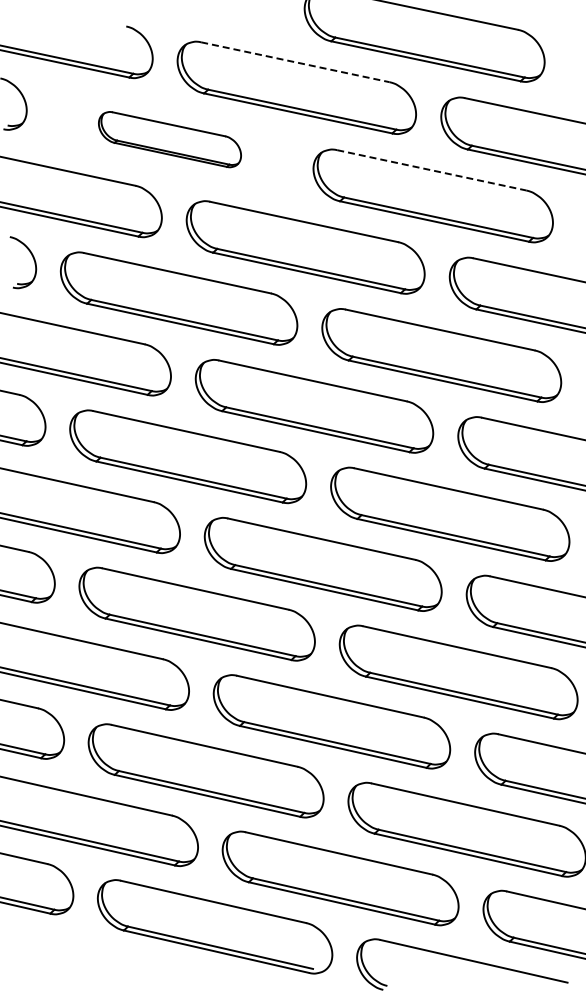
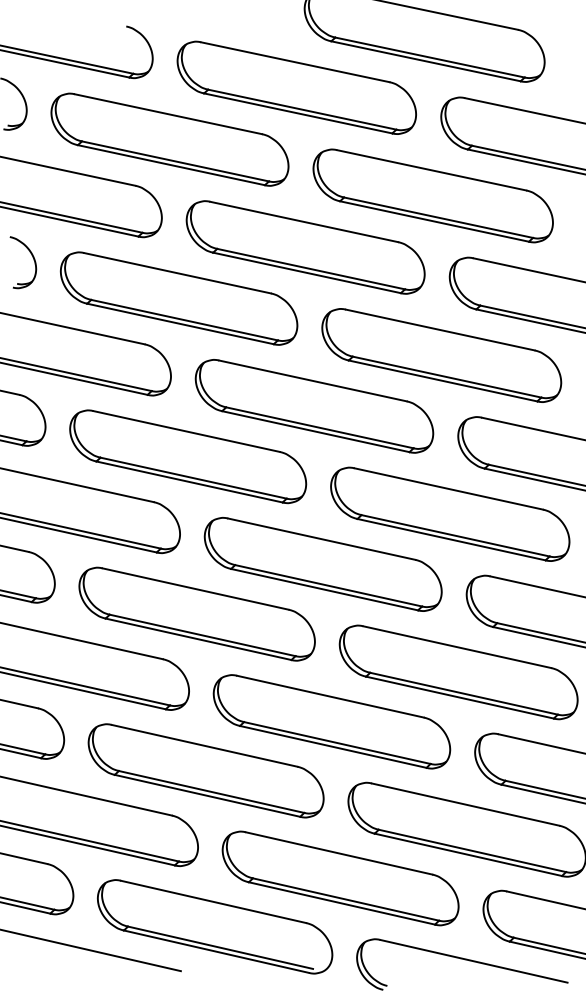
line at (295, 62): dashed -> solid
part at (169, 139) size: 144x58 px -> 240x95 px
line at (431, 170): dashed -> solid
line at (91, 950): none -> present
